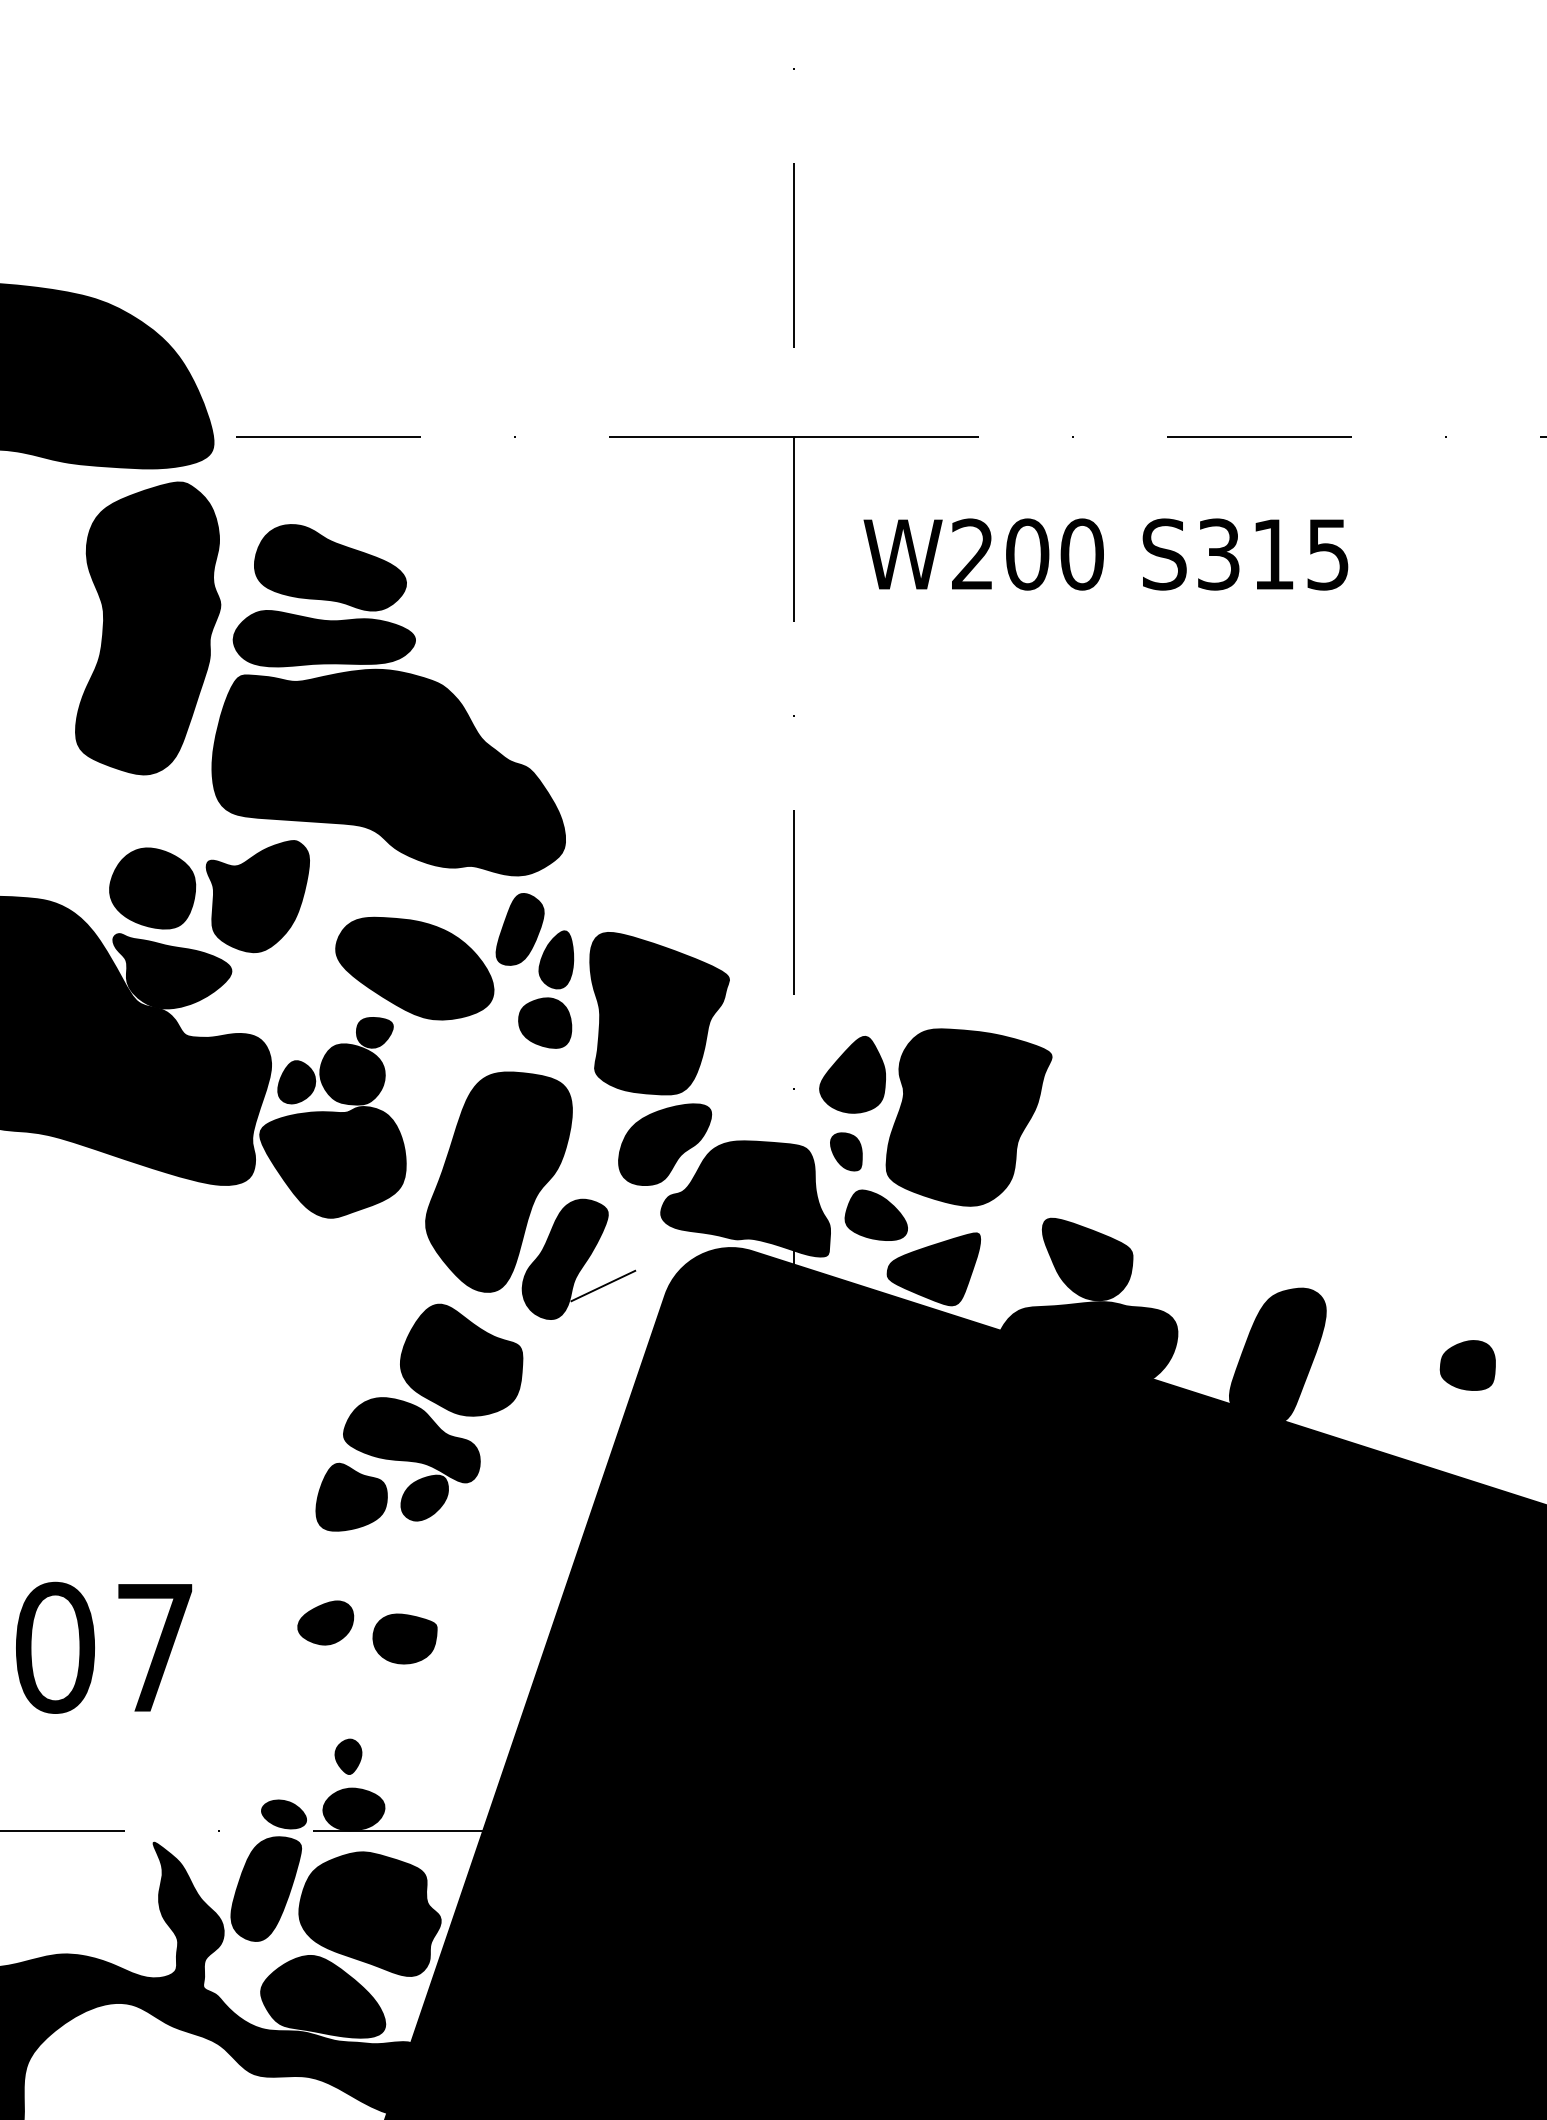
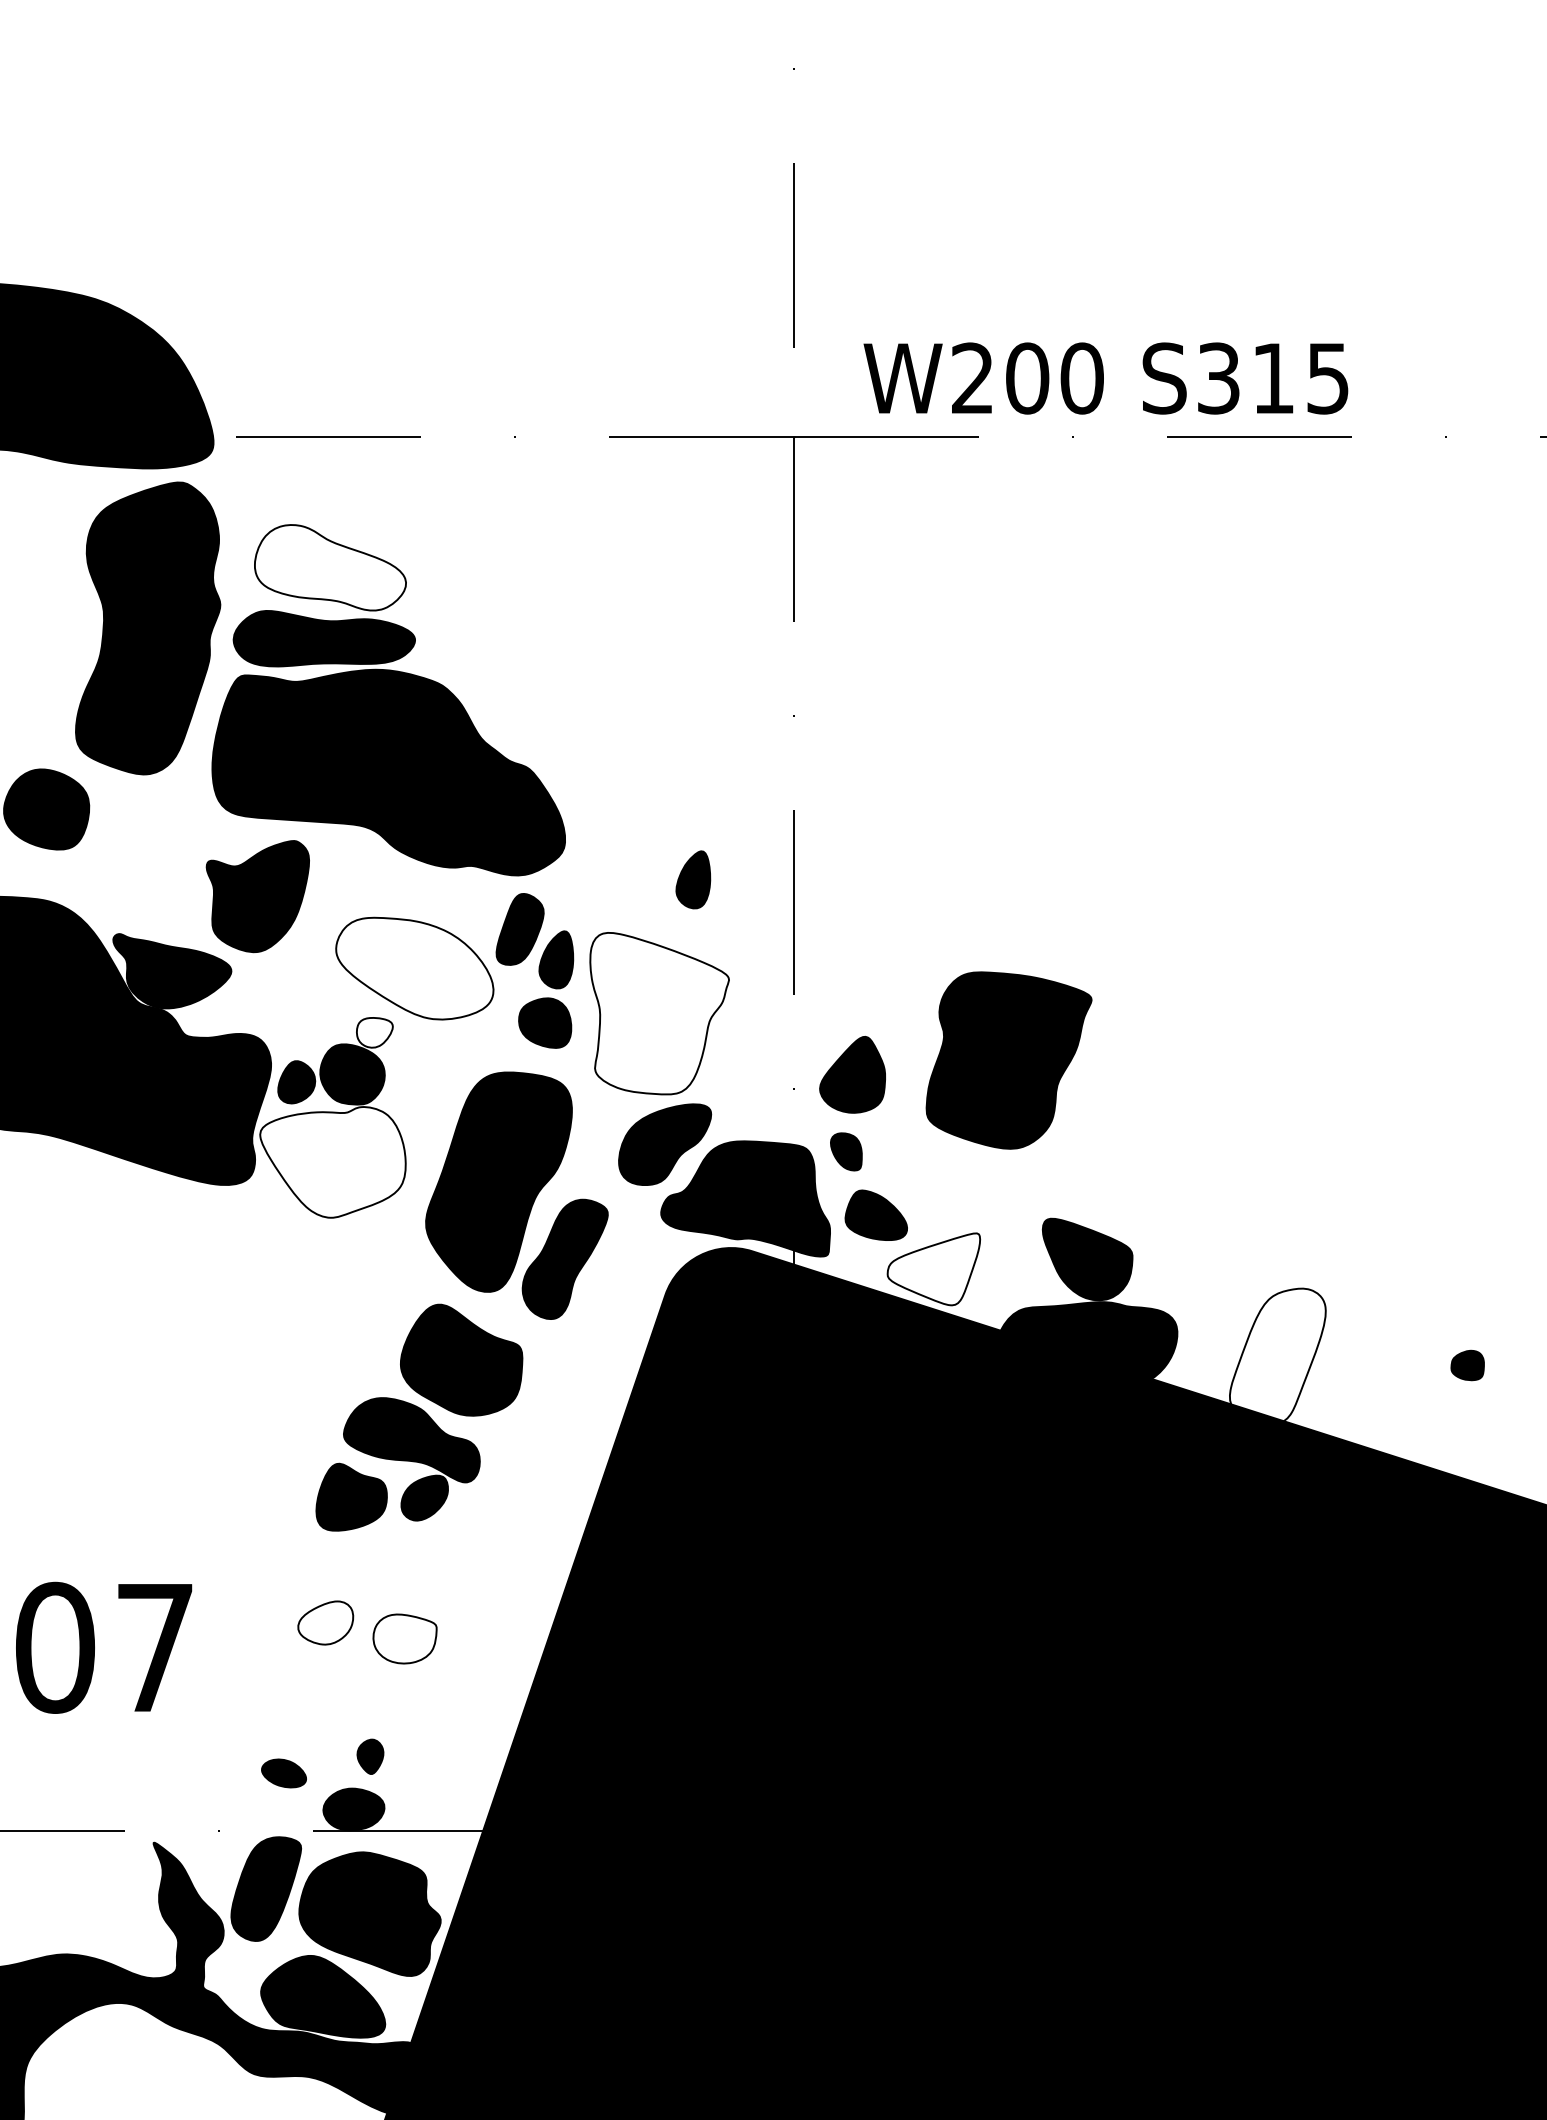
text at (1105, 554) position: (1105, 554) -> (1105, 378)
fill at (330, 567): present -> none
part at (693, 879): none -> present
part at (152, 888) position: (152, 888) -> (46, 809)
fill at (414, 968): present -> none
fill at (659, 1013): present -> none
fill at (374, 1032): present -> none
part at (968, 1117) position: (968, 1117) -> (1008, 1060)
fill at (332, 1162): present -> none
fill at (933, 1269): present -> none
line at (603, 1285): present -> none
fill at (1277, 1356): present -> none
part at (1467, 1365) size: 57x51 px -> 35x33 px
fill at (325, 1622): present -> none
fill at (404, 1638): present -> none
part at (348, 1756) position: (348, 1756) -> (370, 1756)
part at (283, 1814) position: (283, 1814) -> (283, 1773)
